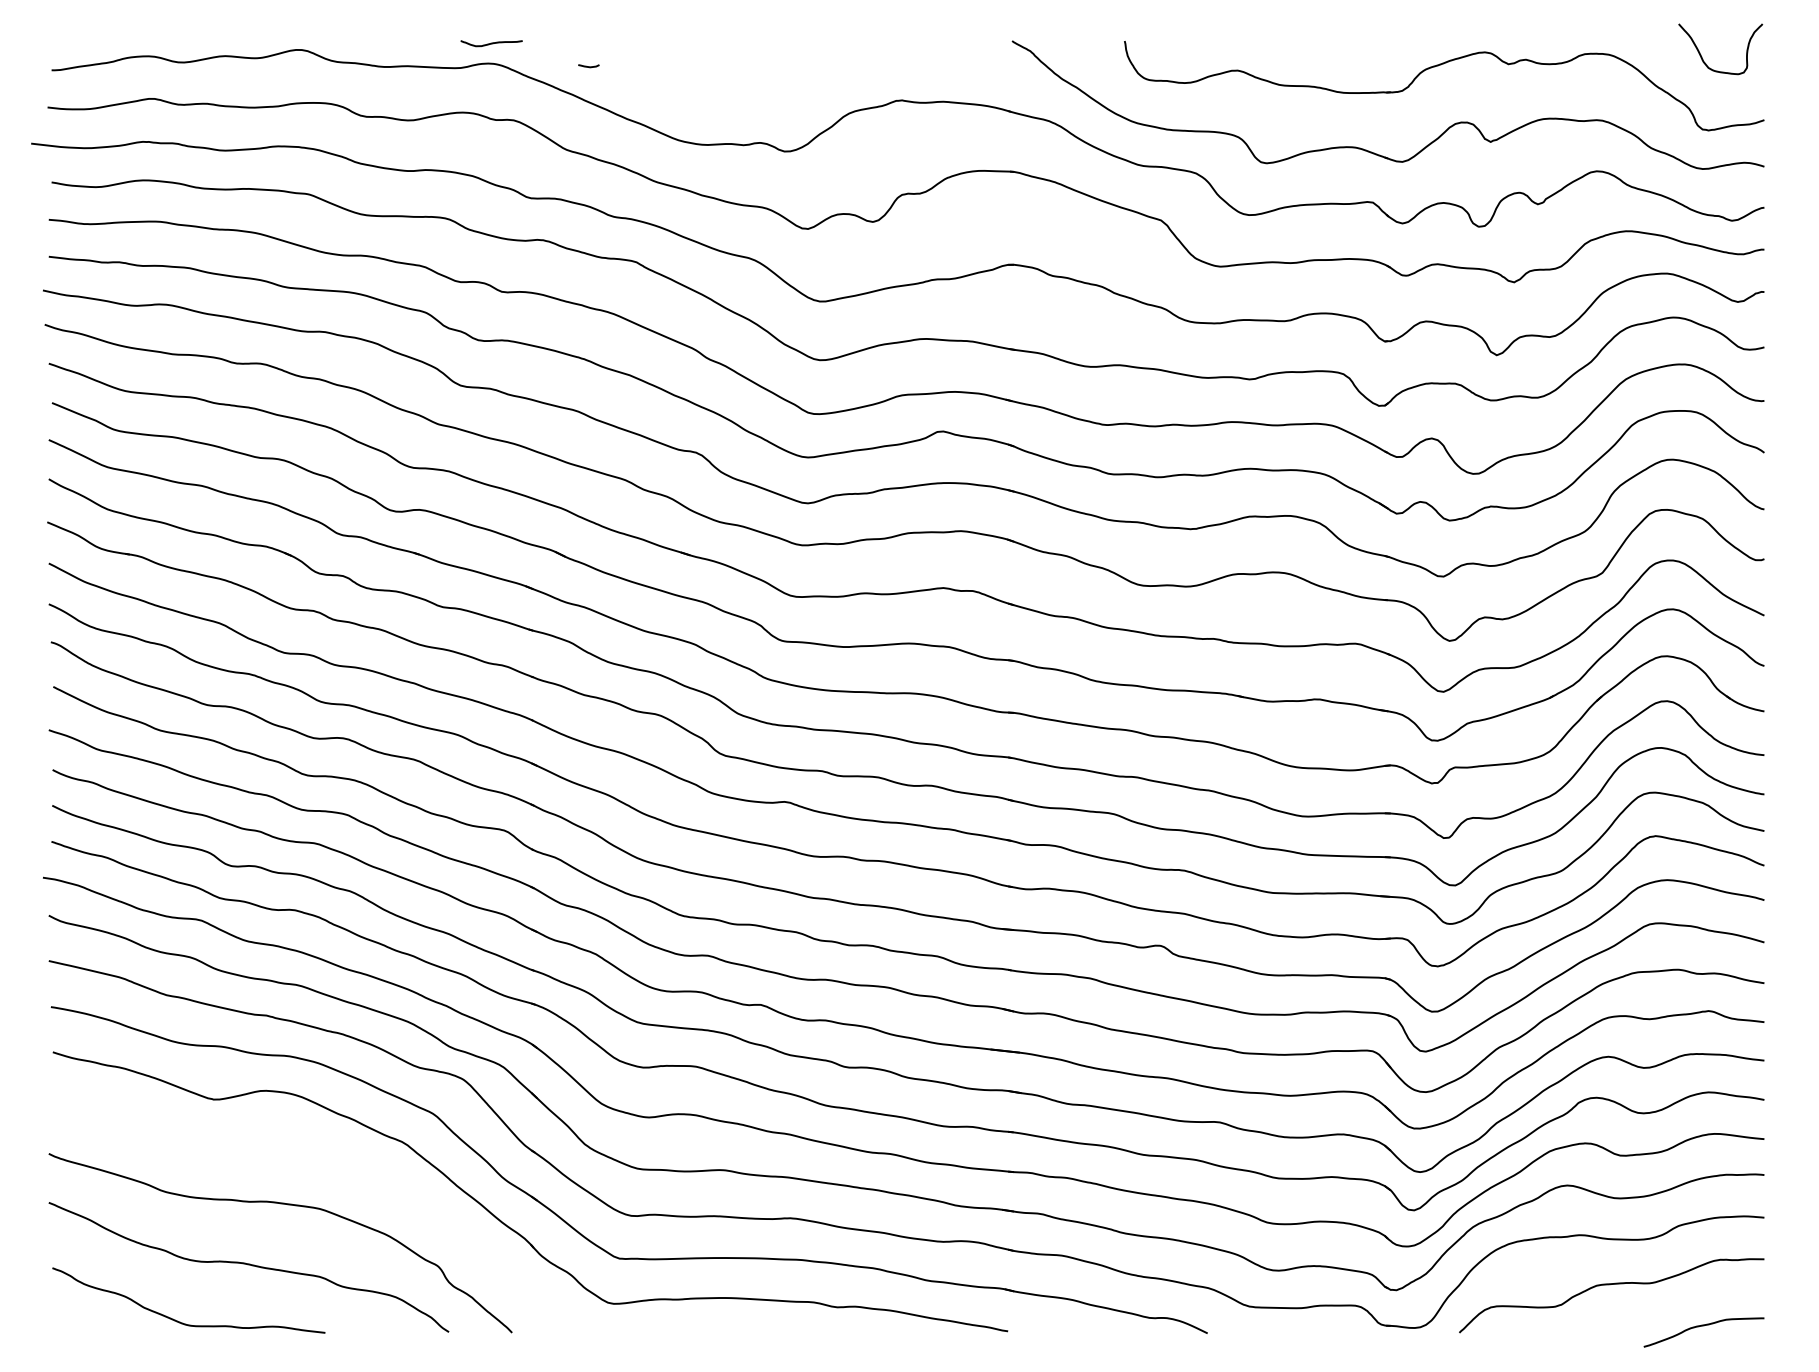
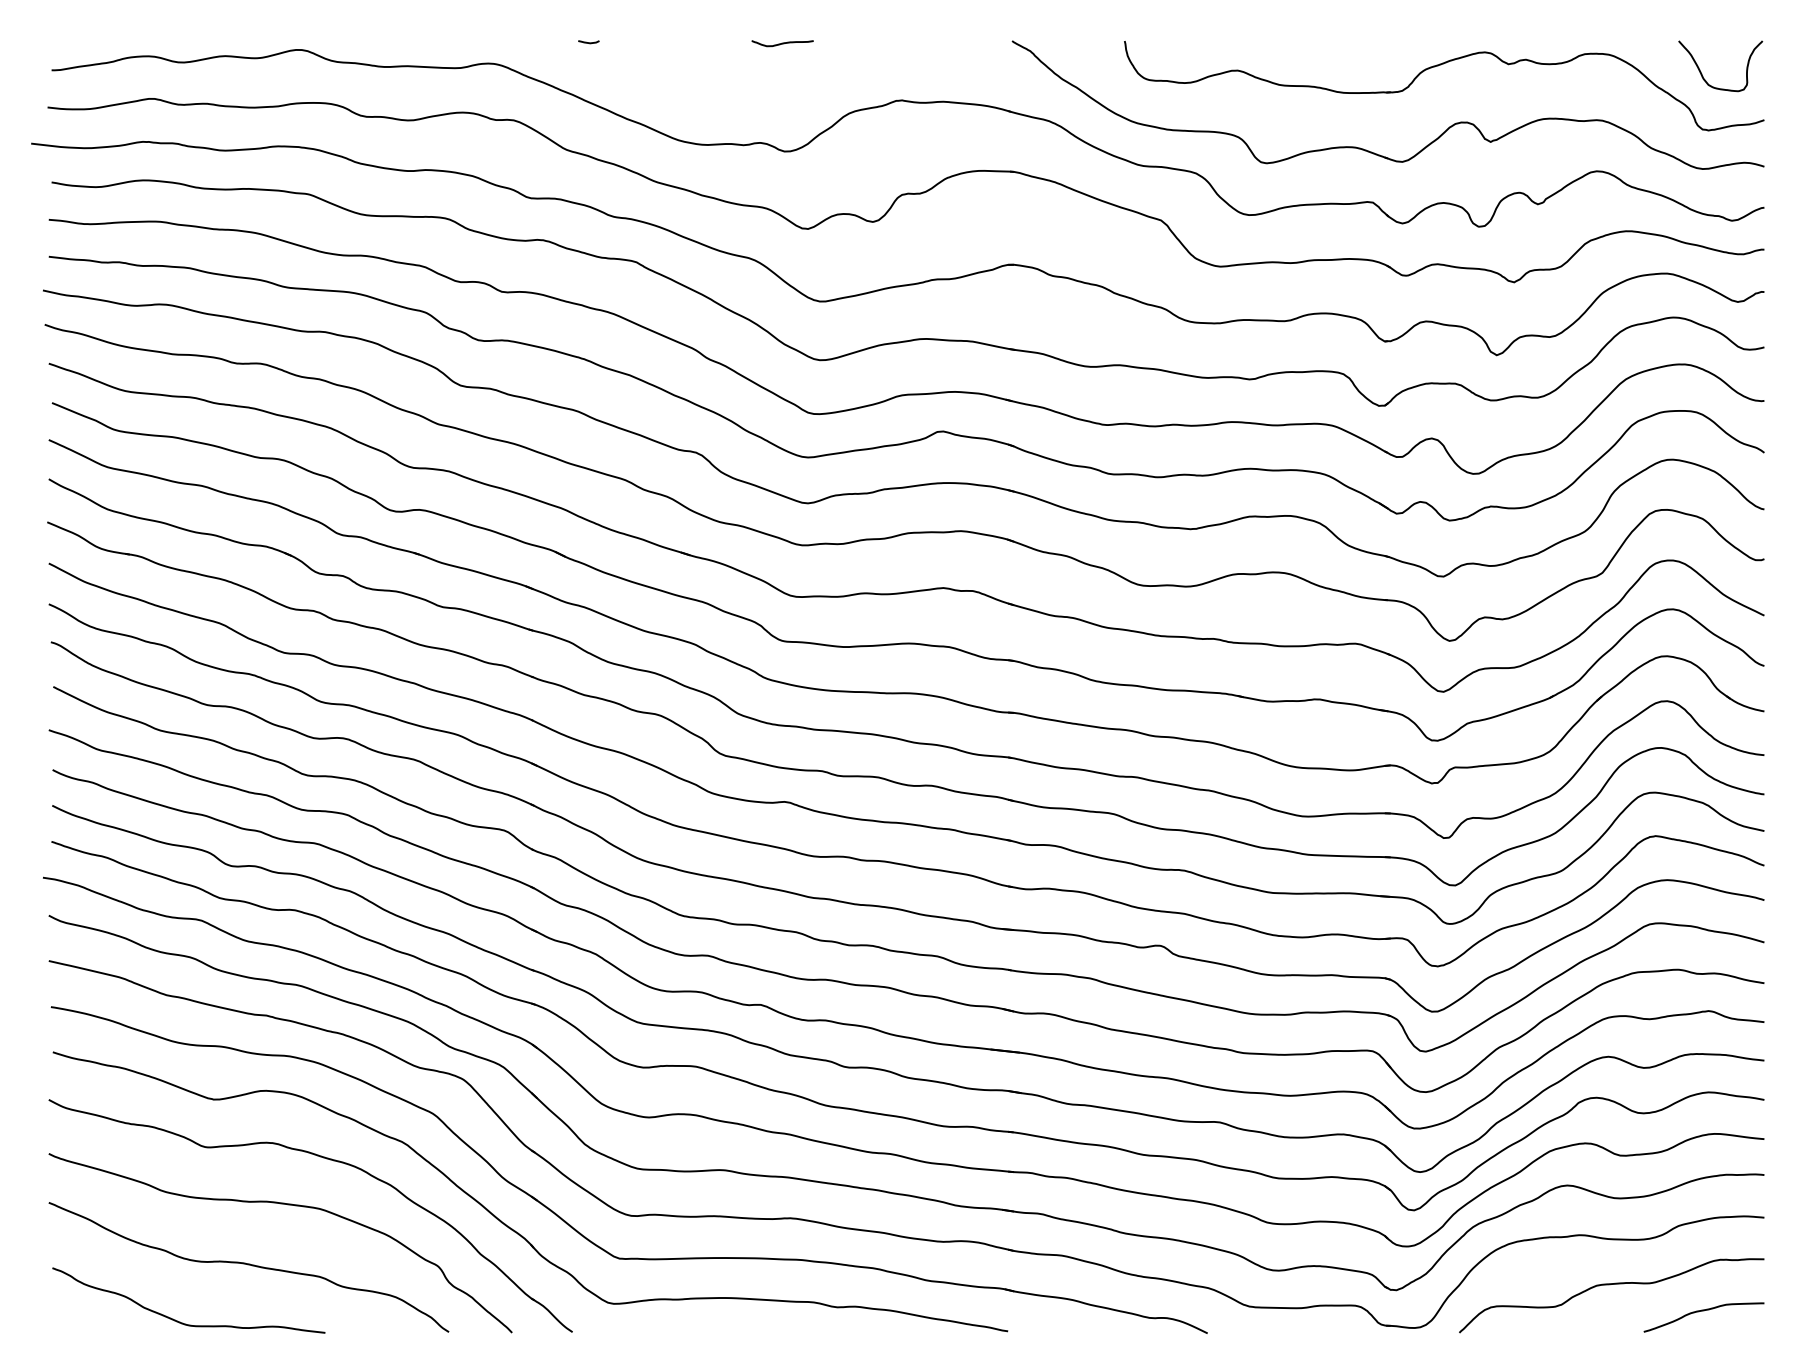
curve at (491, 43) position: (491, 43) -> (782, 43)
curve at (1702, 56) position: (1702, 56) -> (1702, 73)
curve at (588, 66) position: (588, 66) -> (588, 42)
part at (326, 1159): none -> present
curve at (1703, 1326) position: (1703, 1326) -> (1703, 1311)
